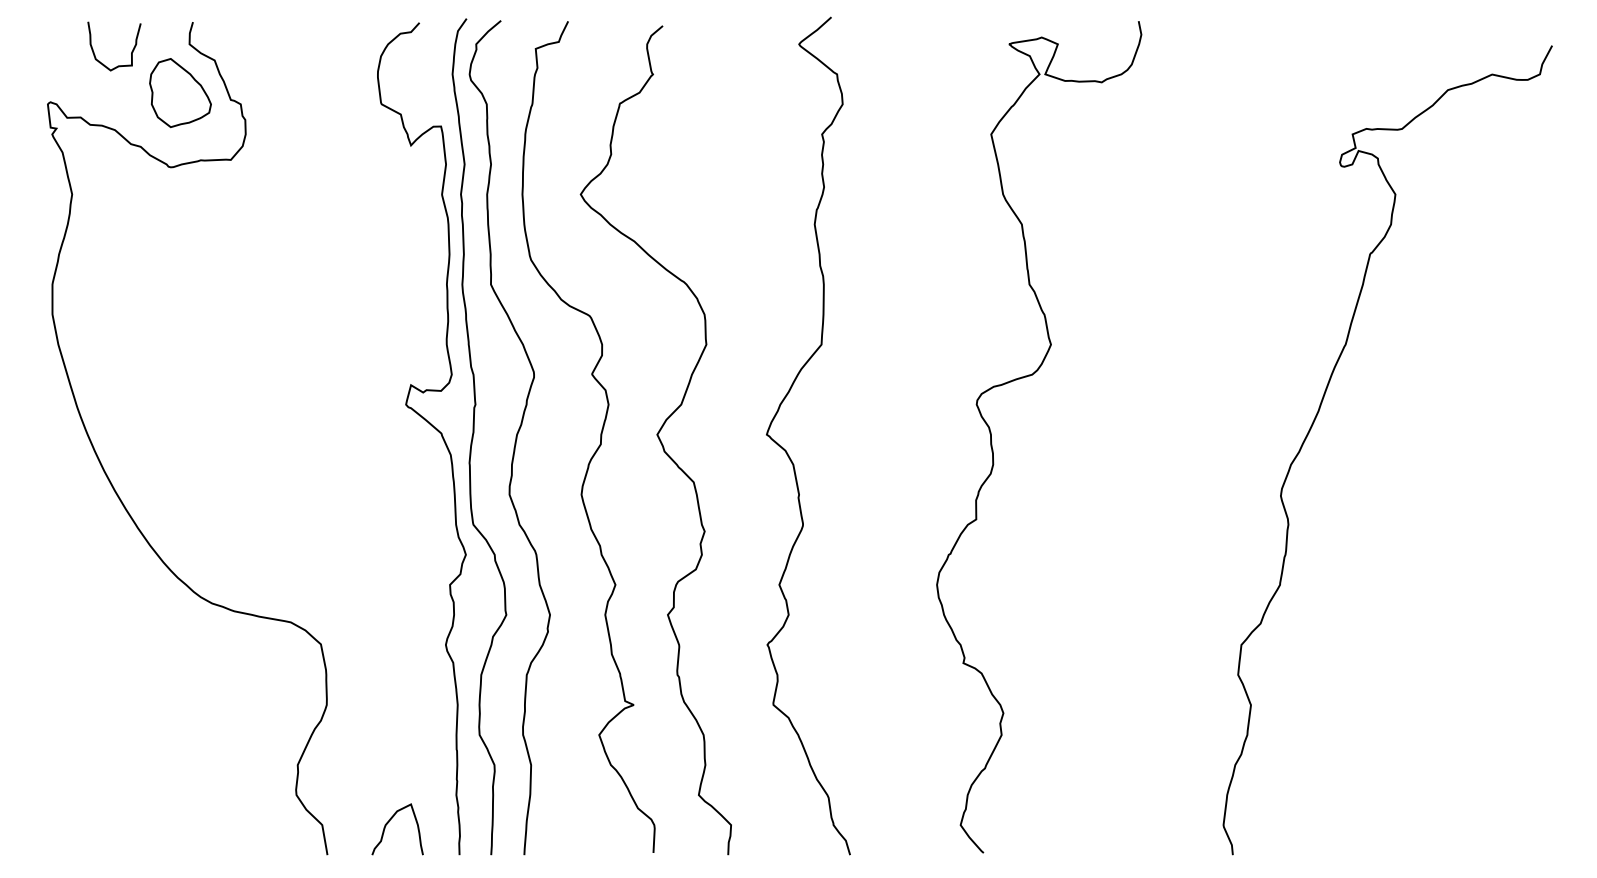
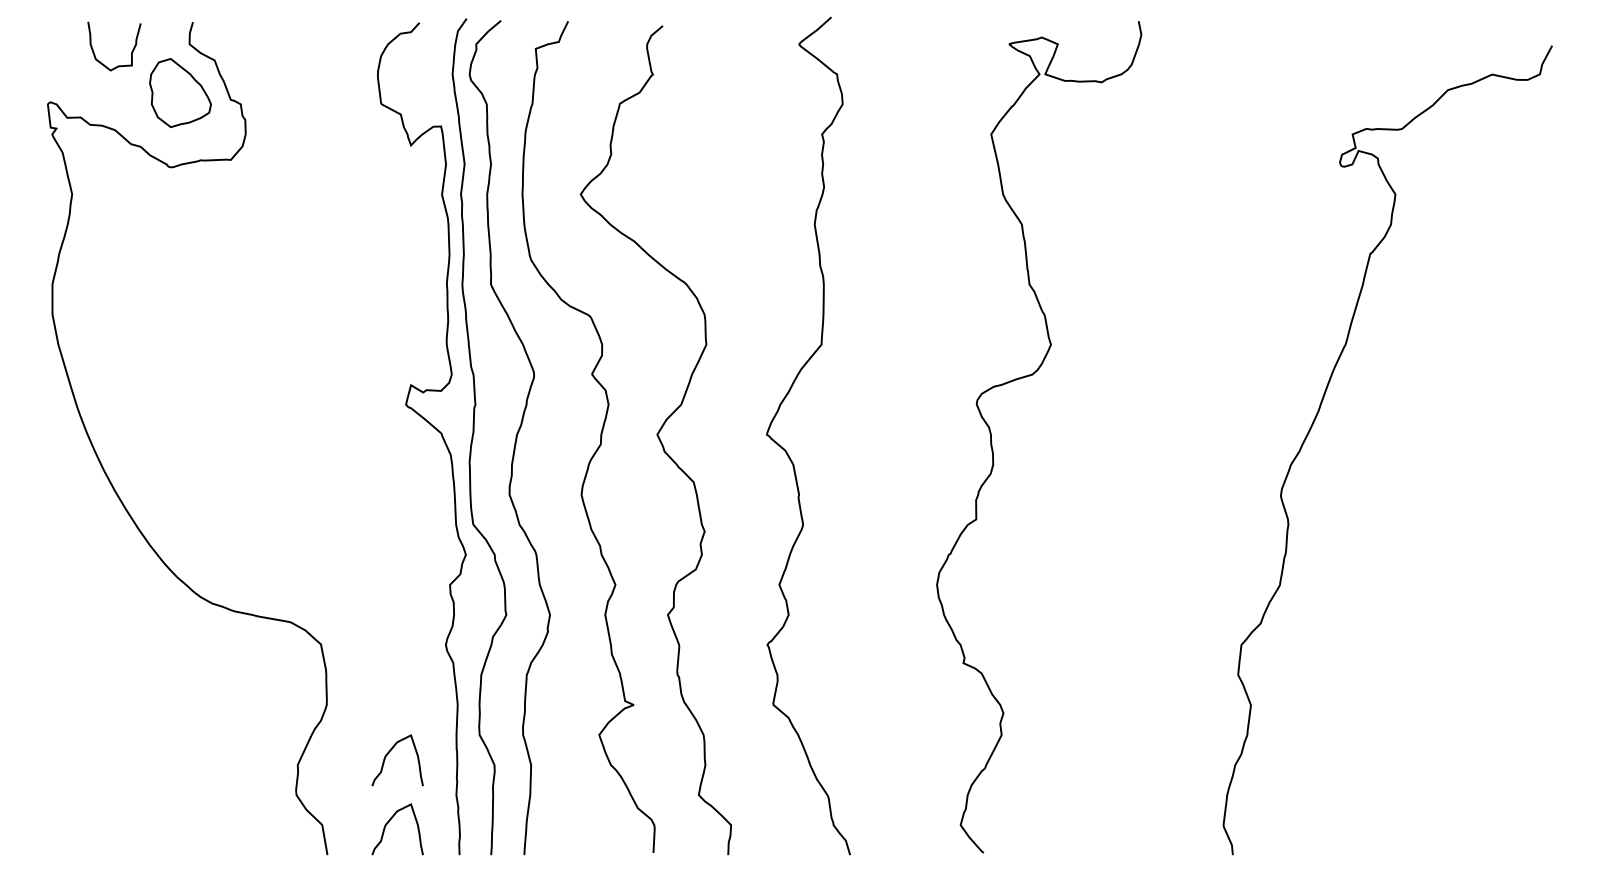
curve at (389, 753): none -> present
